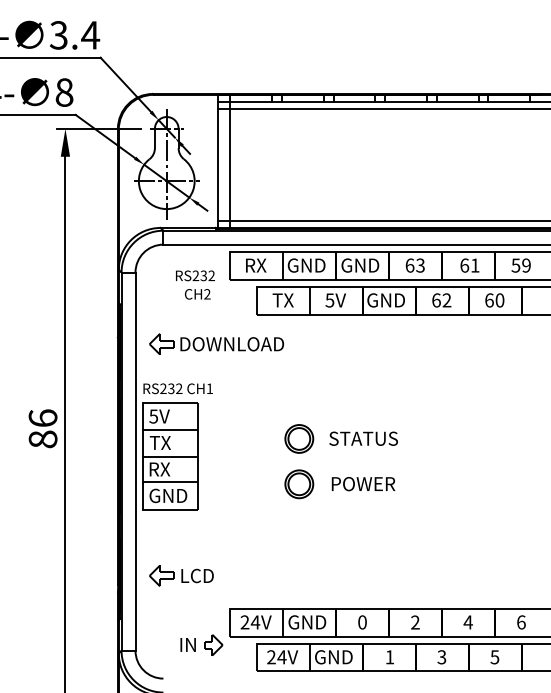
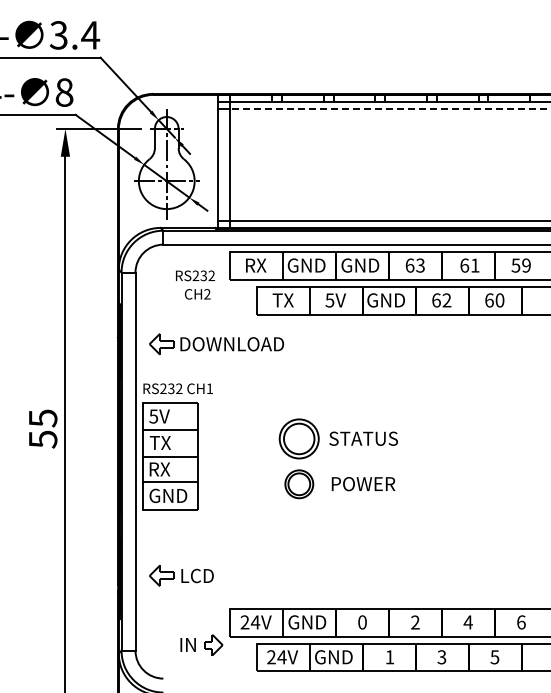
line at (390, 109): solid -> dashed
text at (42, 428): 86 -> 55
part at (299, 438) size: 31x30 px -> 42x42 px
